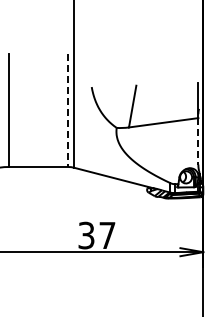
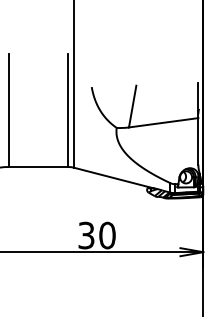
line at (68, 111): dashed -> solid
line at (198, 141): dashed -> solid
text at (107, 235): 37 -> 30
